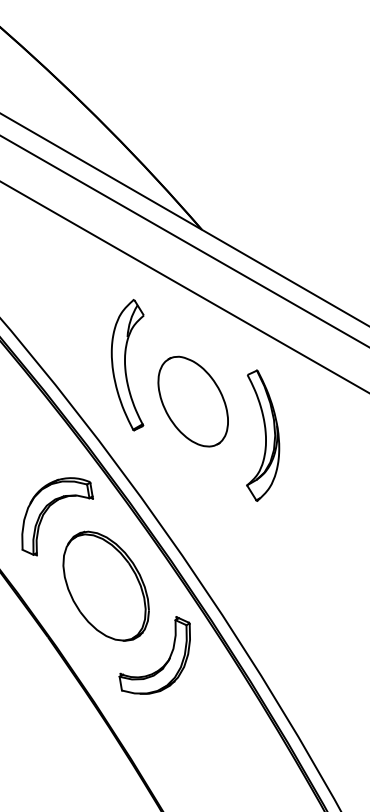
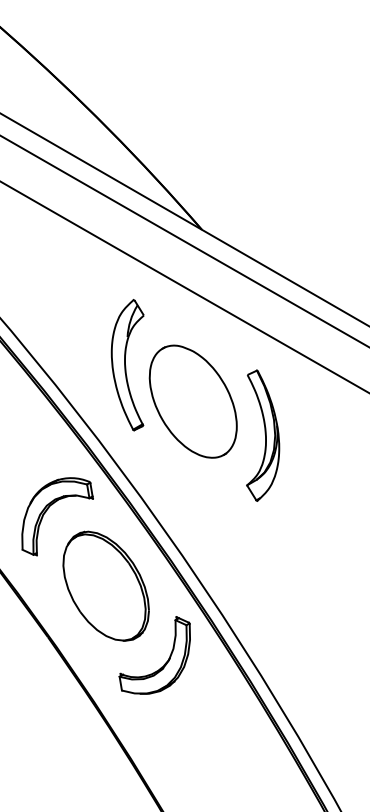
part at (192, 401) size: 72x93 px -> 90x115 px
